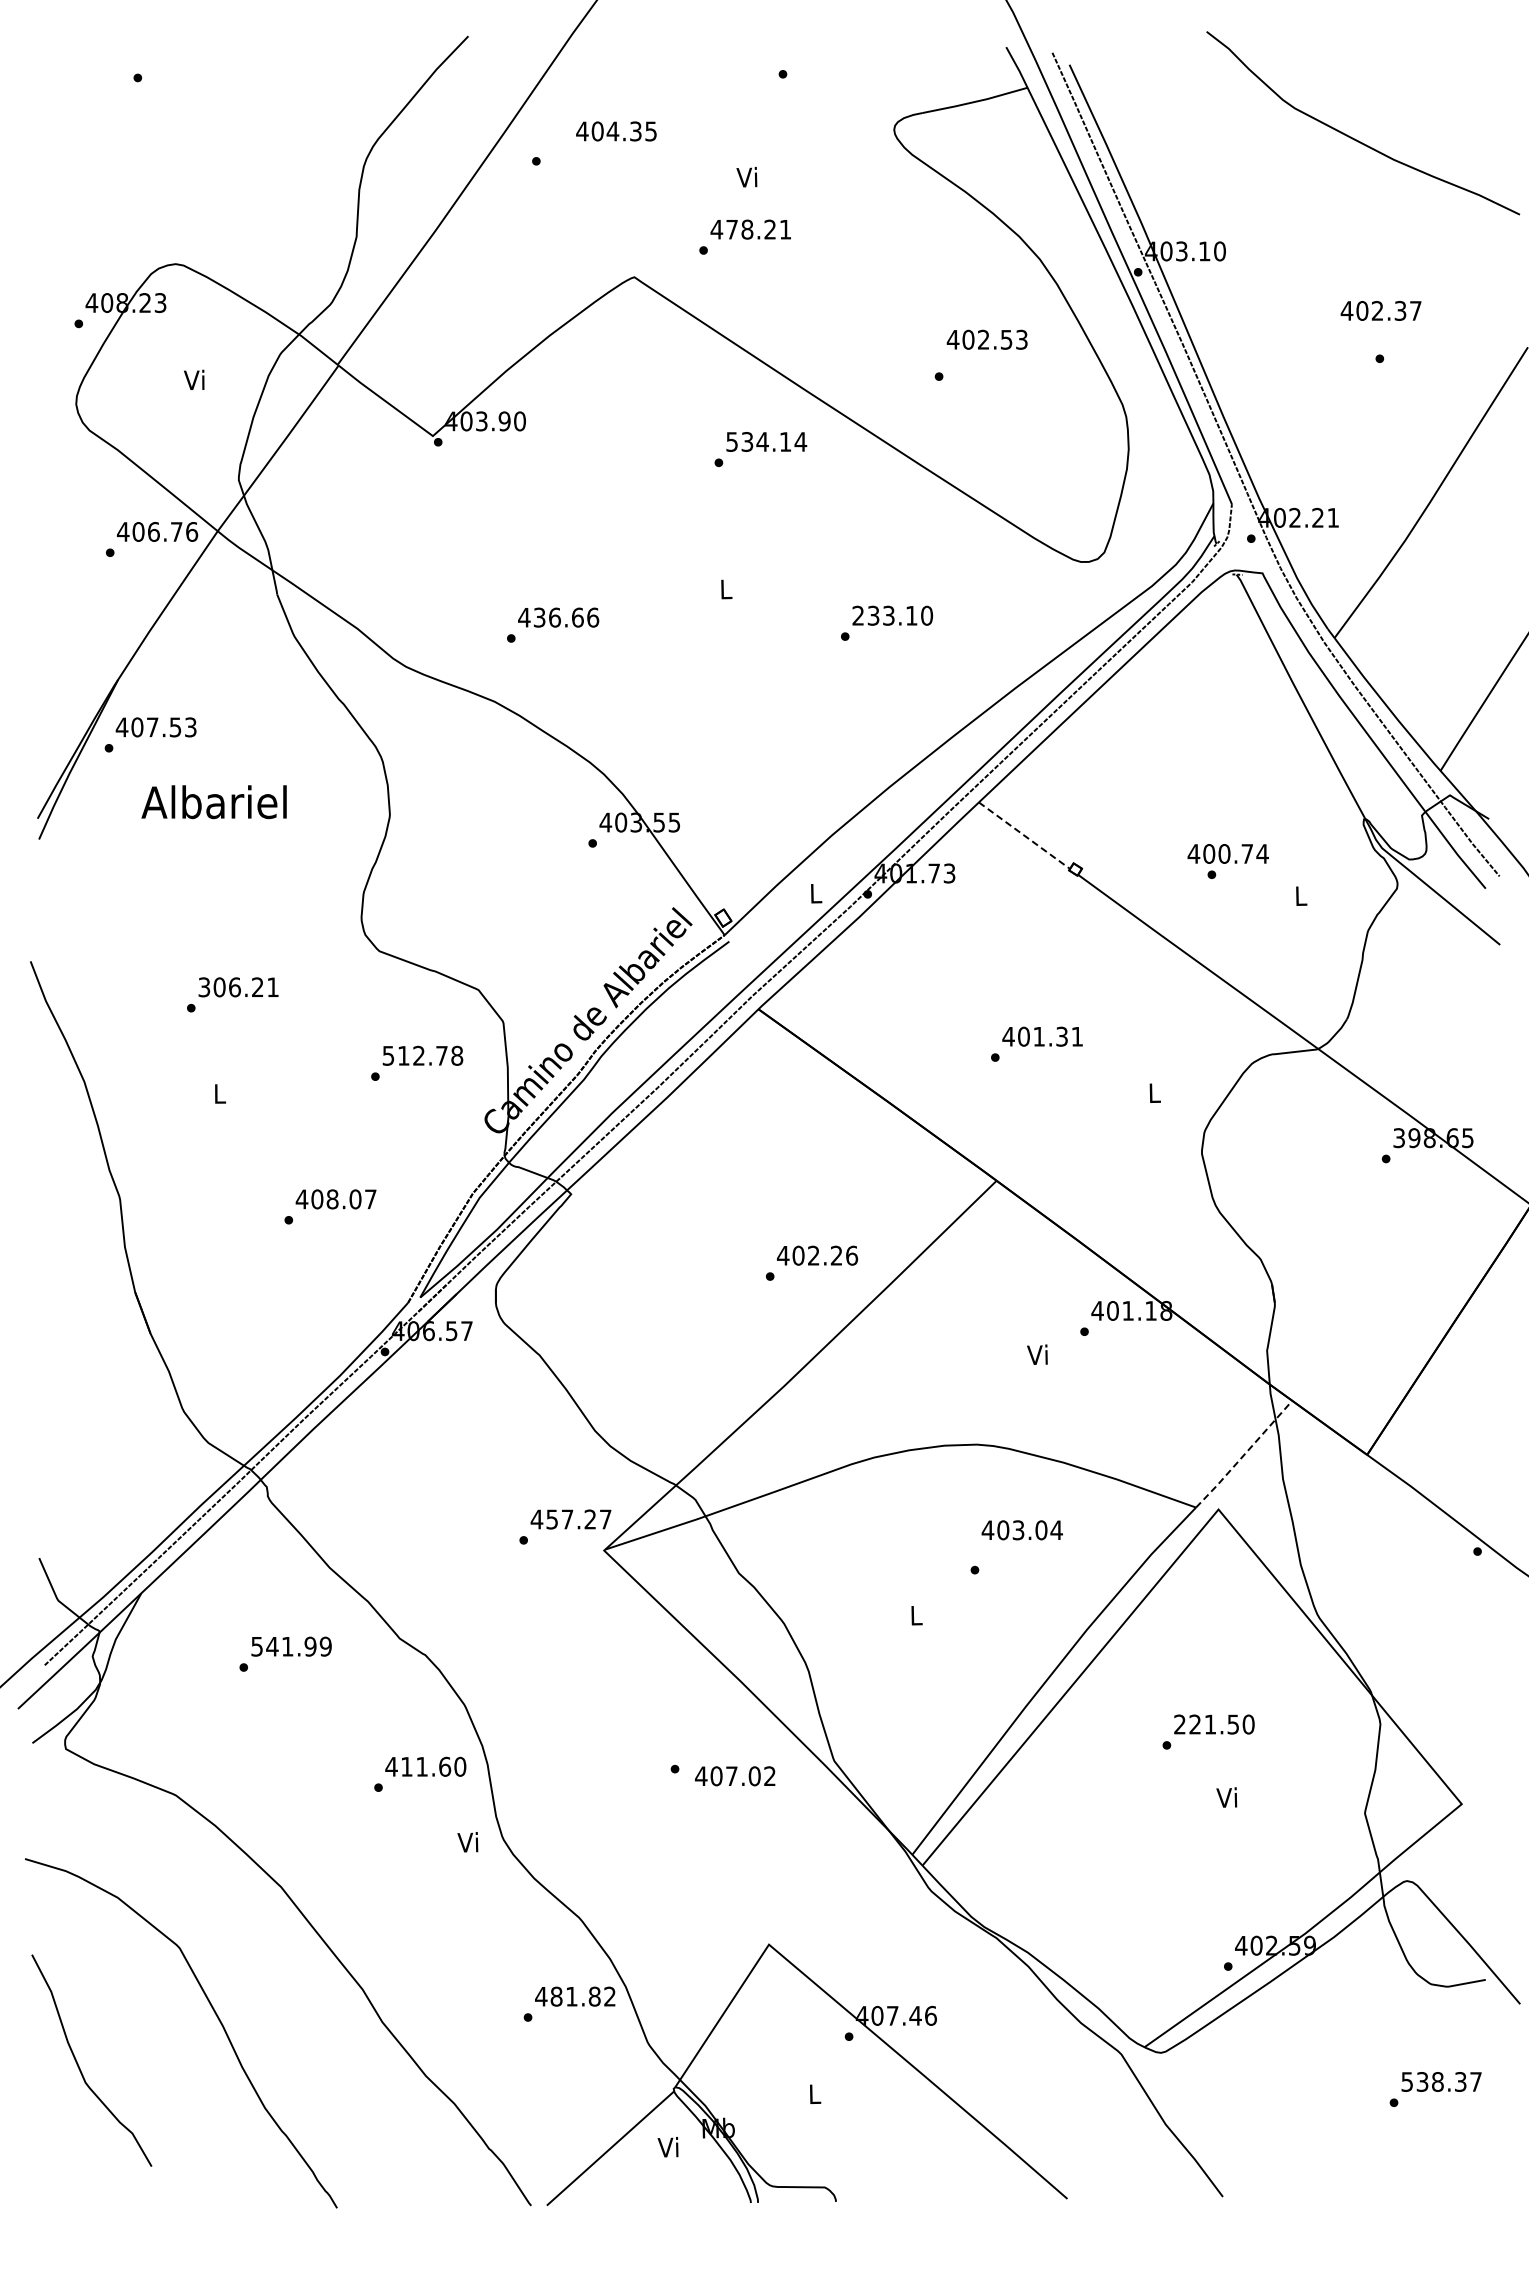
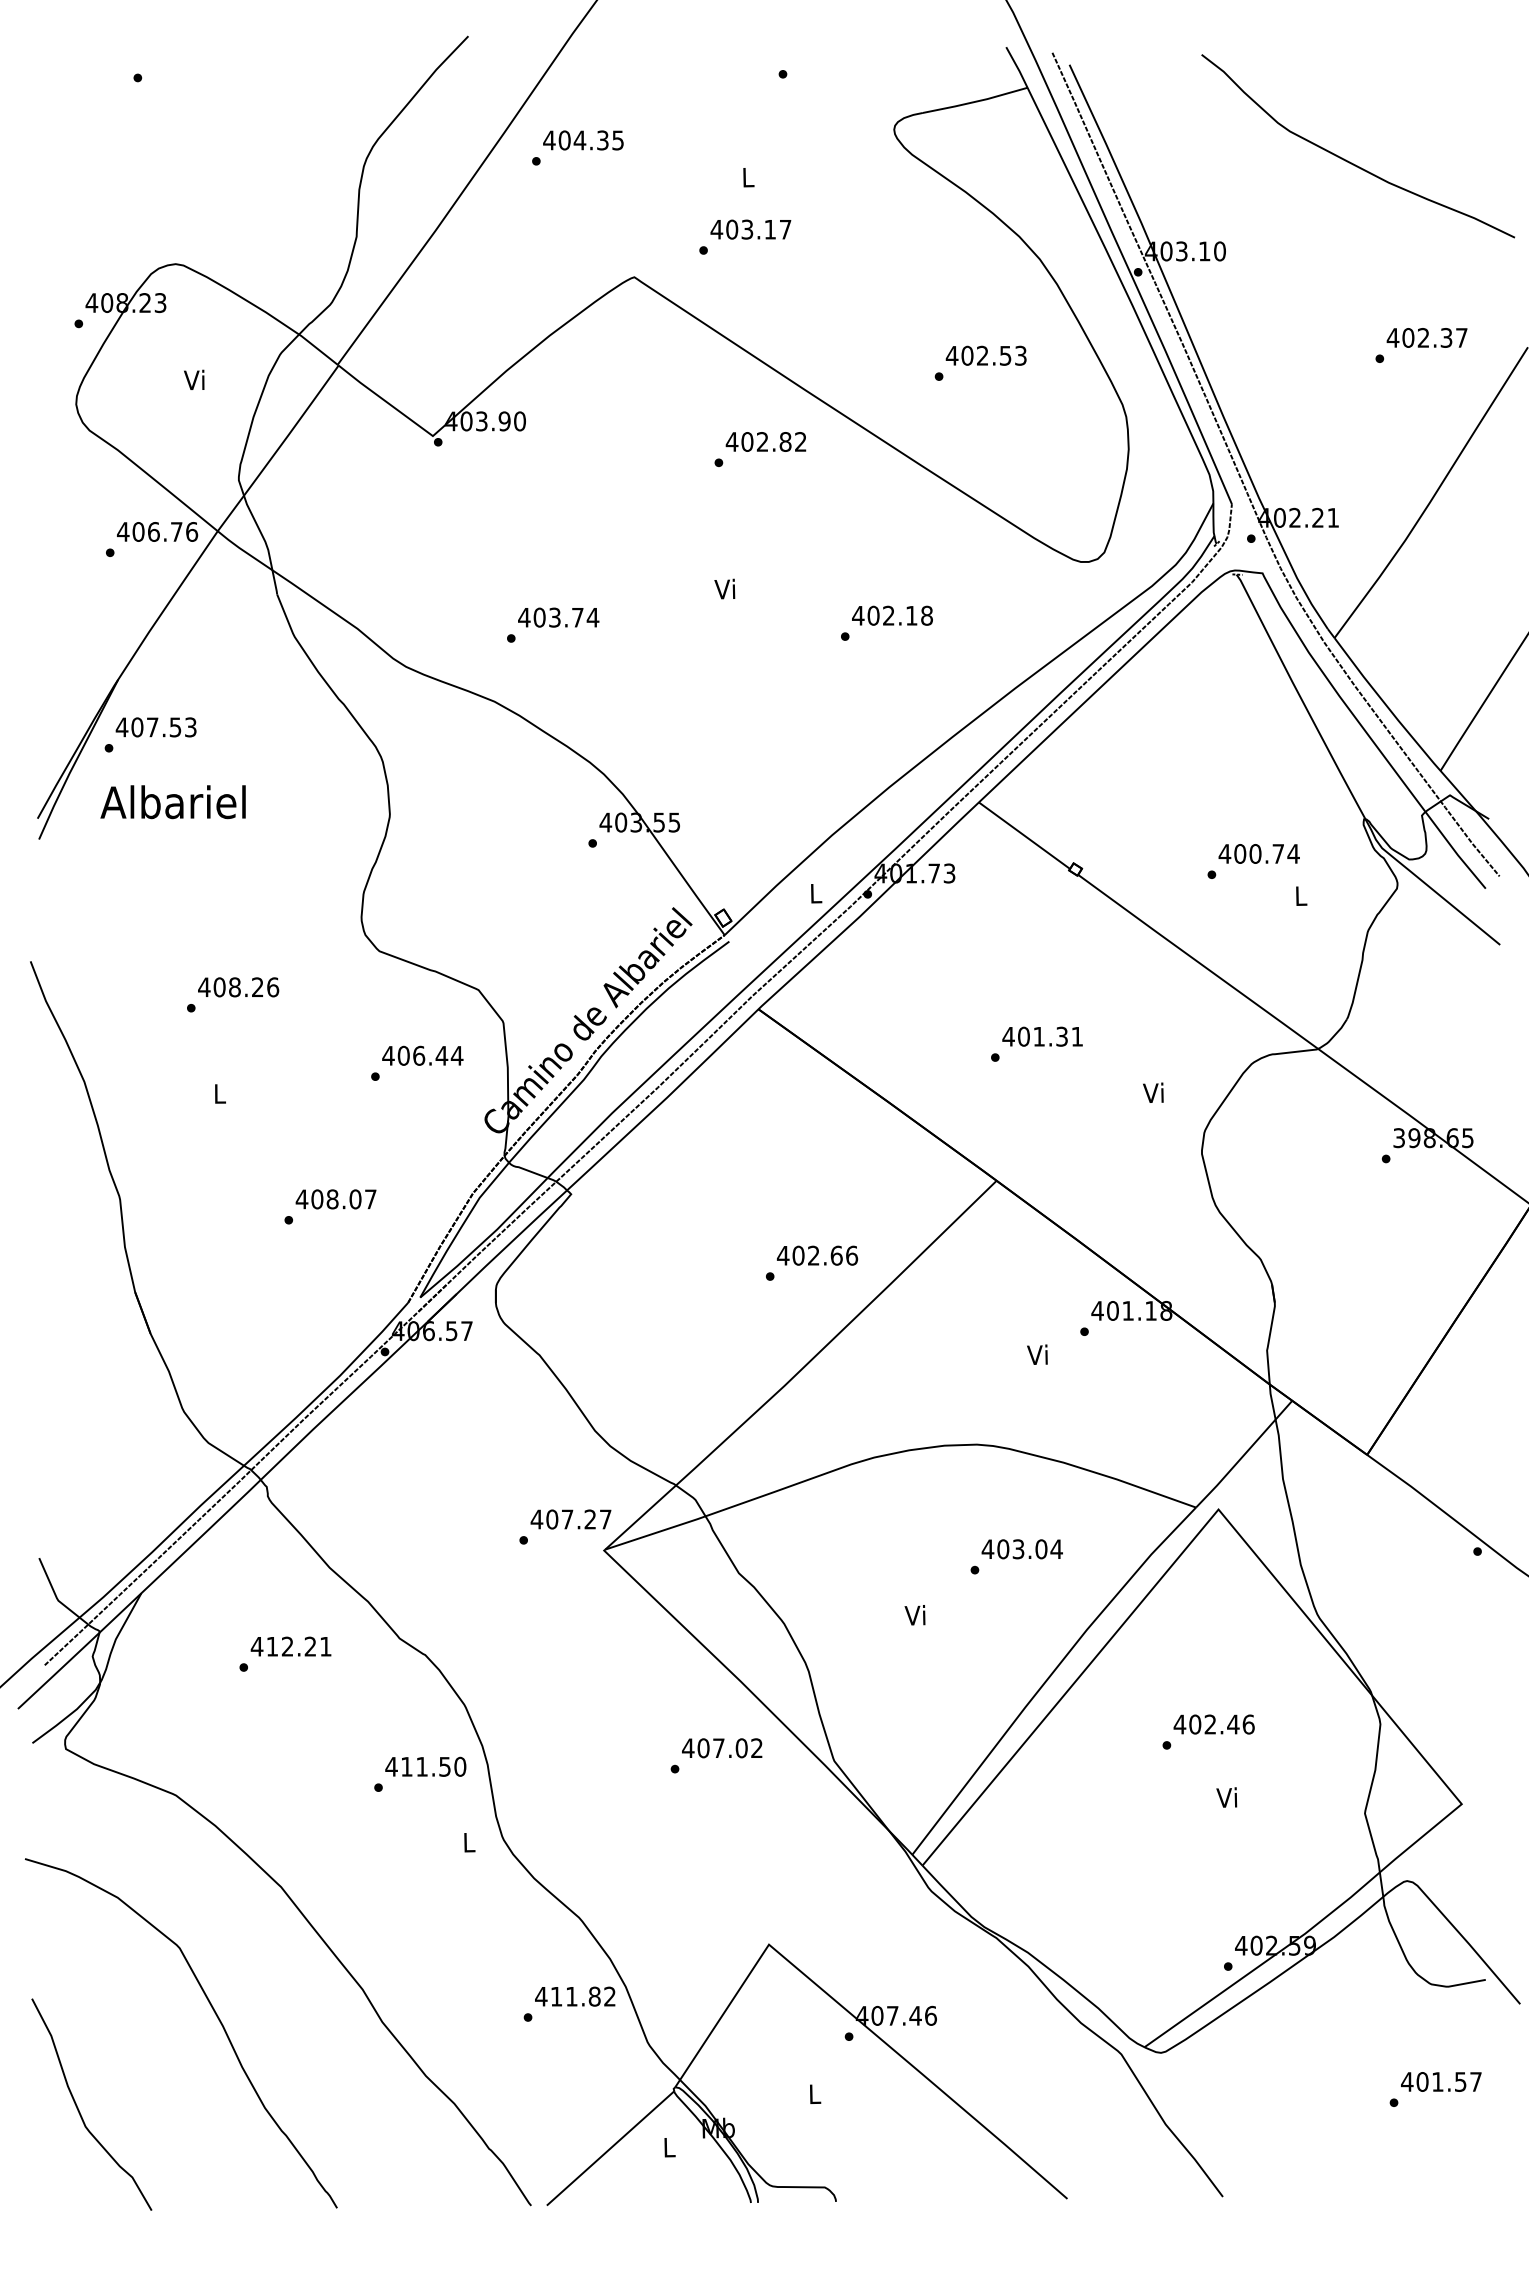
text at (616, 131) position: (616, 131) -> (583, 140)
curve at (1353, 137) position: (1353, 137) -> (1348, 160)
text at (746, 176): Vi -> L
text at (758, 229): 478.21 -> 403.17
text at (1380, 310) position: (1380, 310) -> (1426, 337)
text at (986, 339) position: (986, 339) -> (985, 355)
text at (766, 441): 534.14 -> 402.82
text at (724, 588): L -> Vi
text at (892, 615): 233.10 -> 402.18
text at (566, 617): 436.66 -> 403.74
text at (213, 802) position: (213, 802) -> (172, 802)
line at (1025, 836): dashed -> solid
text at (1227, 853) position: (1227, 853) -> (1258, 853)
text at (238, 987): 306.21 -> 408.26
text at (422, 1055): 512.78 -> 406.44
text at (1153, 1092): L -> Vi
text at (836, 1255): 402.26 -> 402.66
line at (1244, 1454): dashed -> solid
text at (552, 1519): 457.27 -> 407.27
text at (1021, 1530) position: (1021, 1530) -> (1021, 1549)
text at (914, 1615): L -> Vi
text at (290, 1646): 541.99 -> 412.21
text at (1213, 1724): 221.50 -> 402.46
text at (445, 1766): 411.60 -> 411.50
text at (735, 1776) position: (735, 1776) -> (722, 1748)
text at (467, 1842): Vi -> L
text at (556, 1996): 481.82 -> 411.82
curve at (79, 2065) position: (79, 2065) -> (79, 2109)
text at (1433, 2081): 538.37 -> 401.57
text at (667, 2147): Vi -> L
